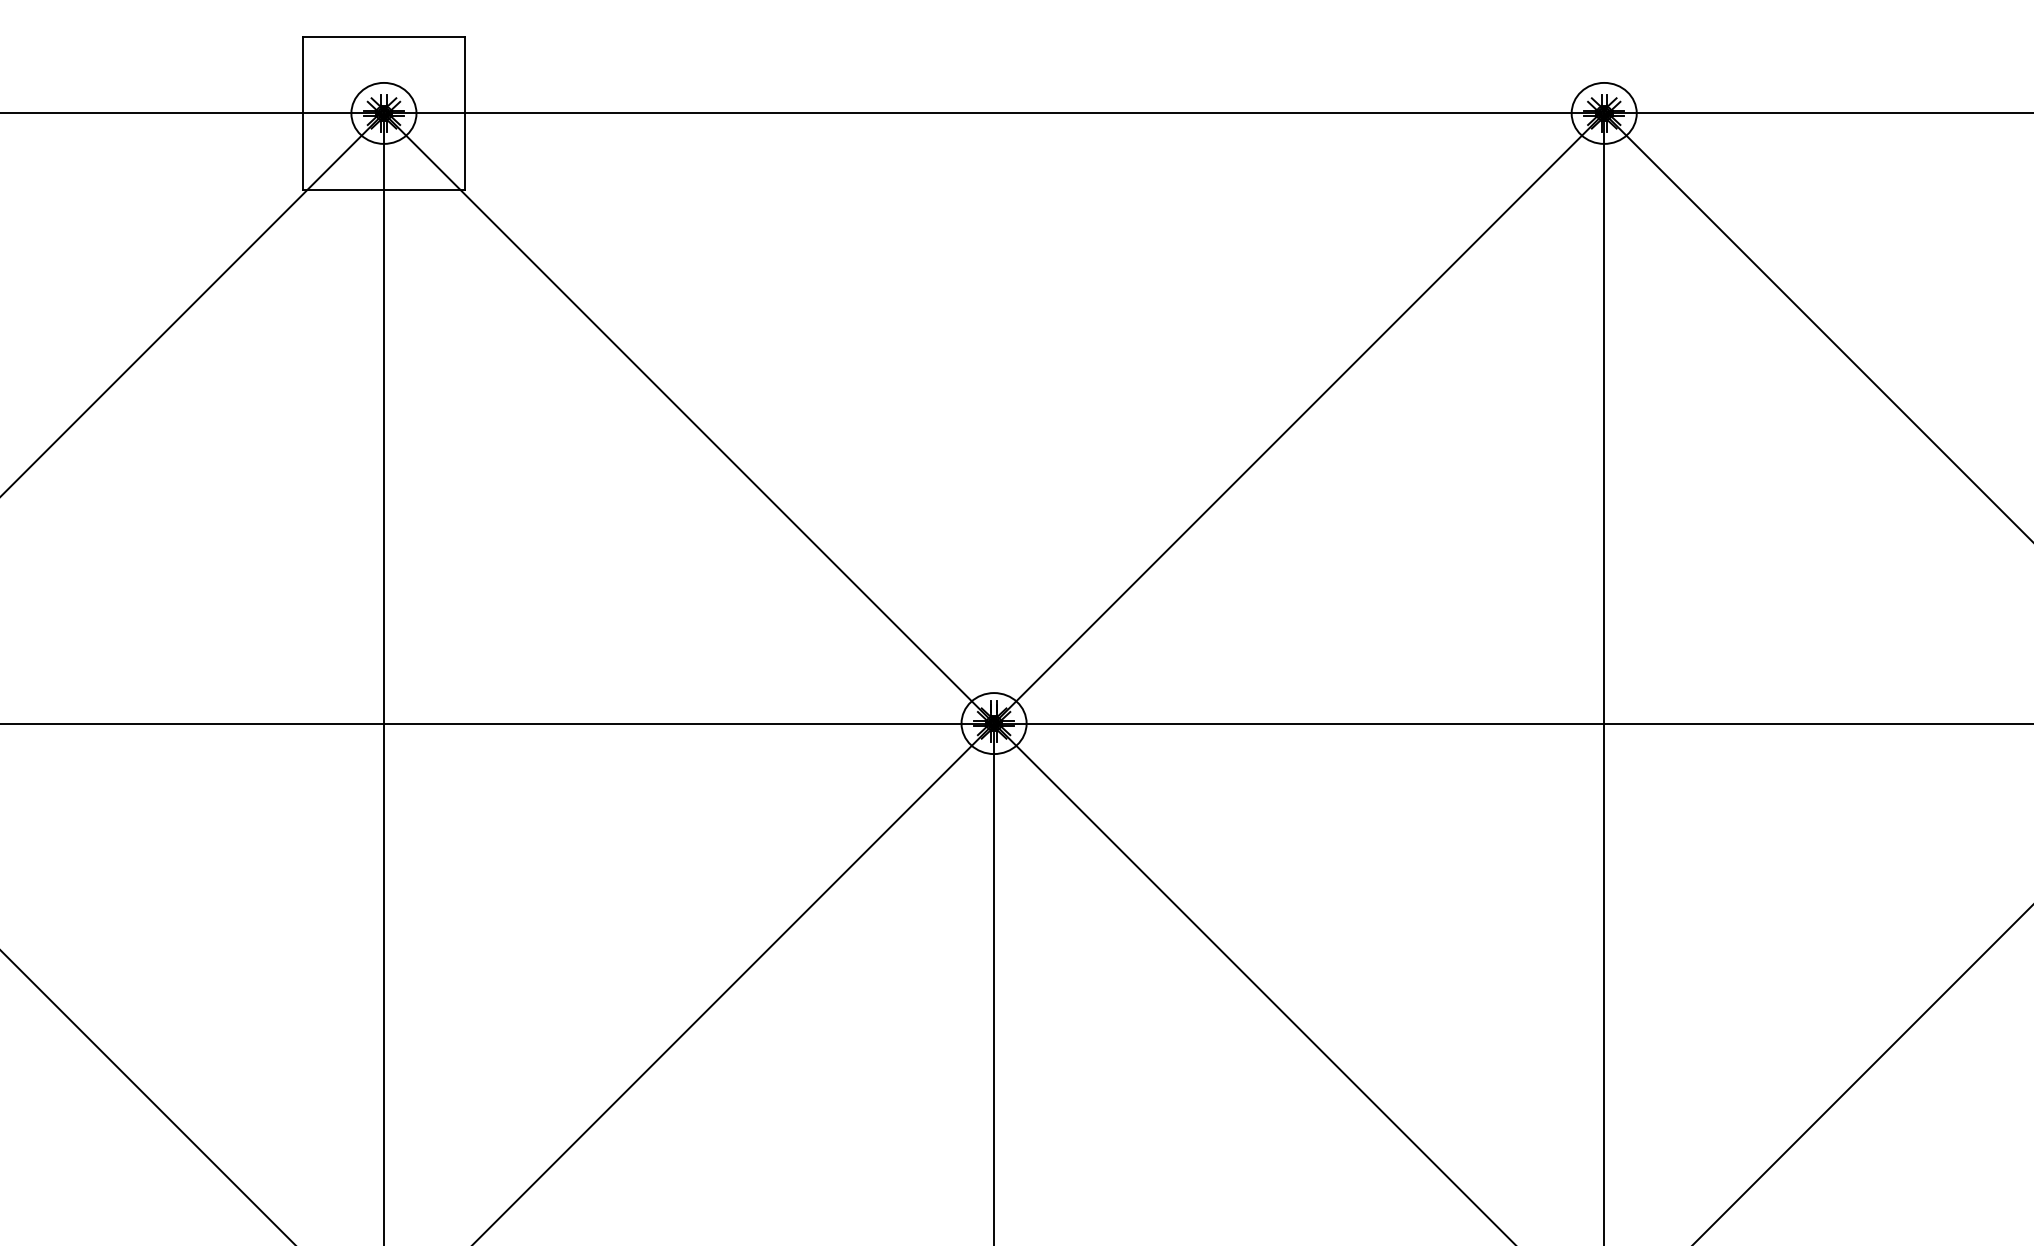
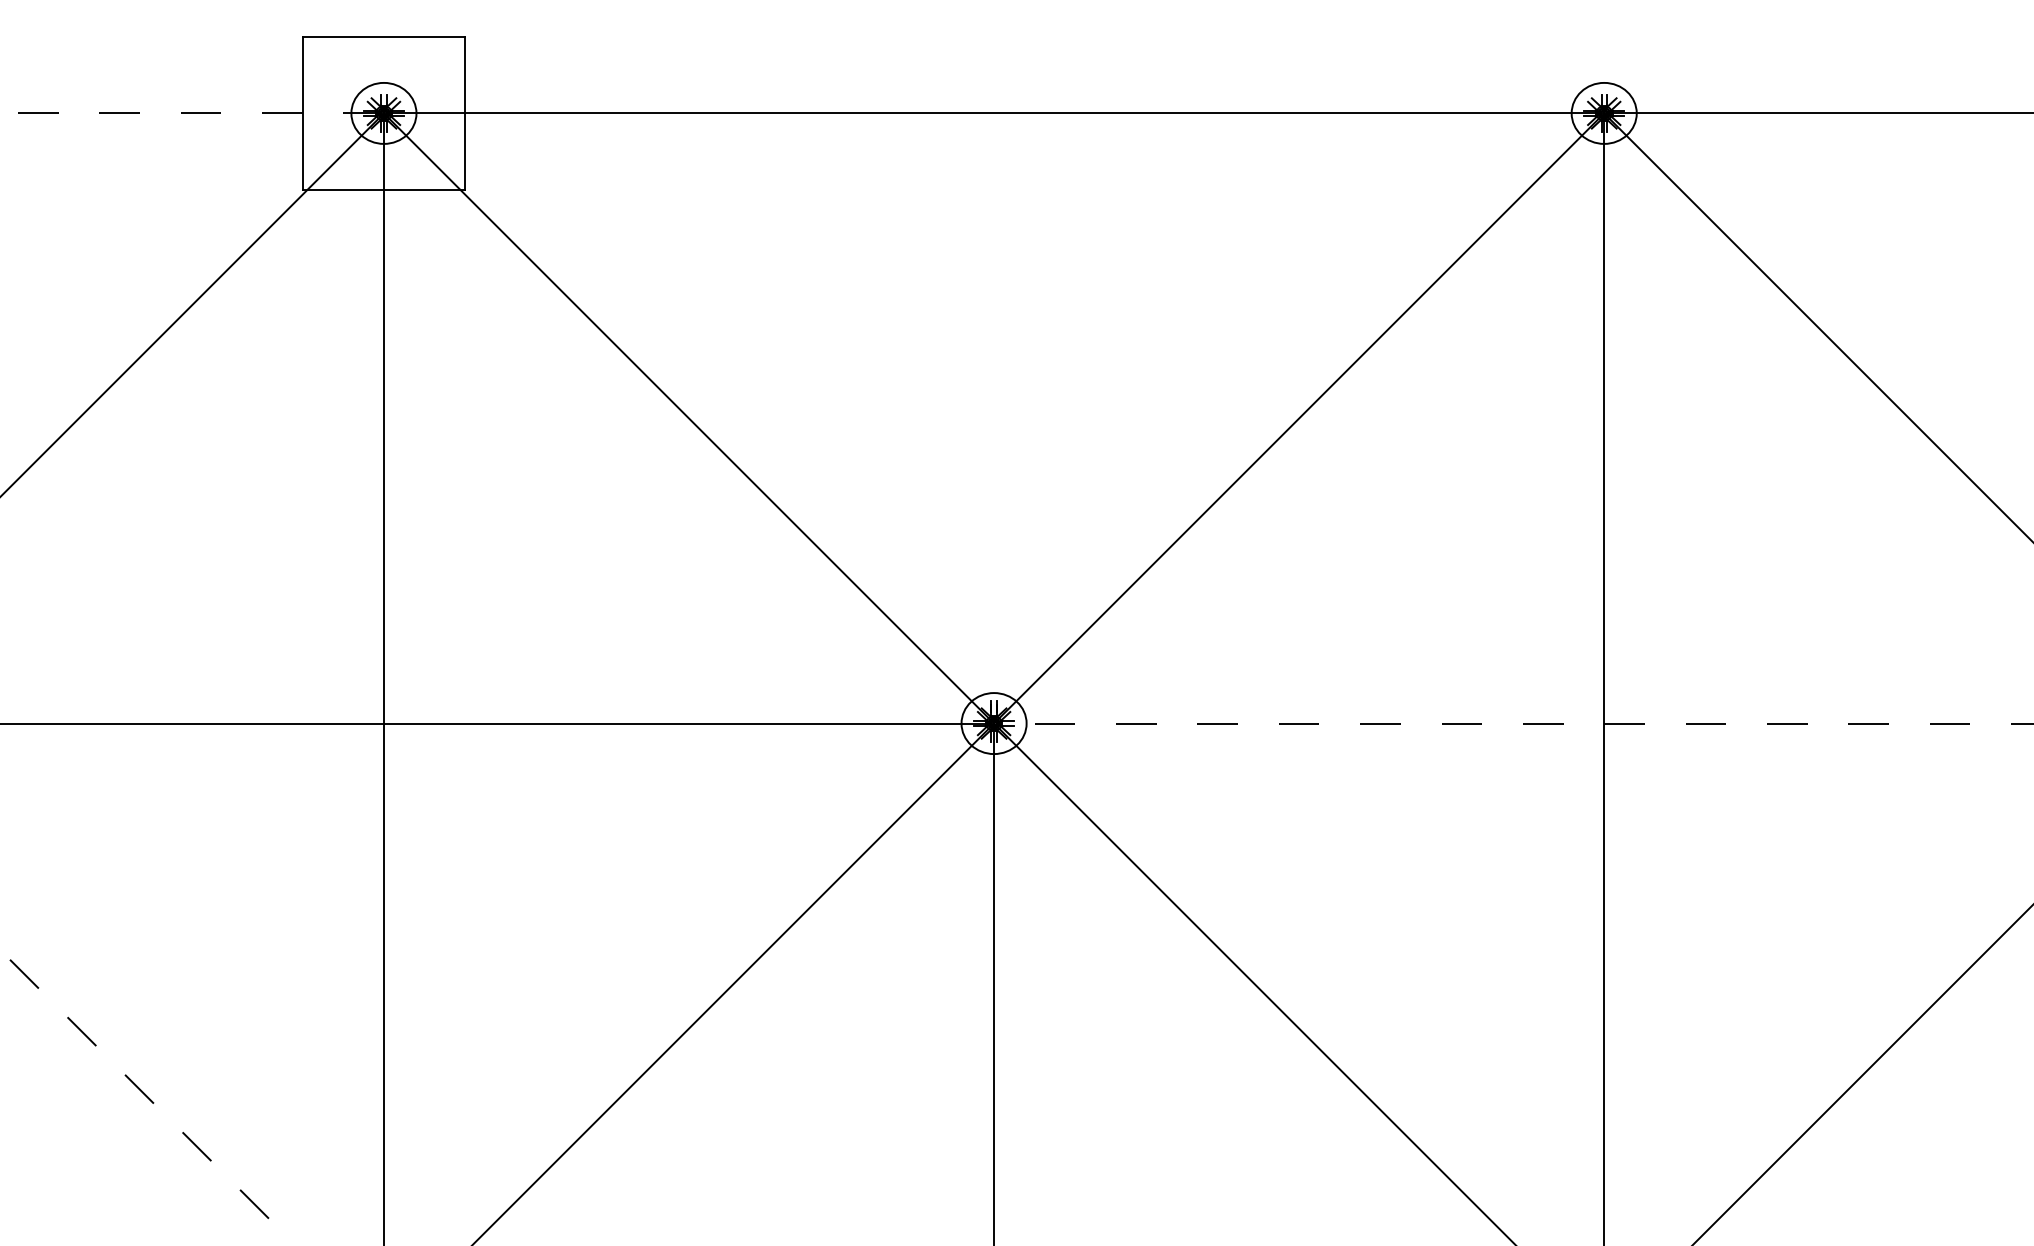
line at (192, 113): solid -> dashed
line at (1513, 723): solid -> dashed
line at (147, 1097): solid -> dashed
